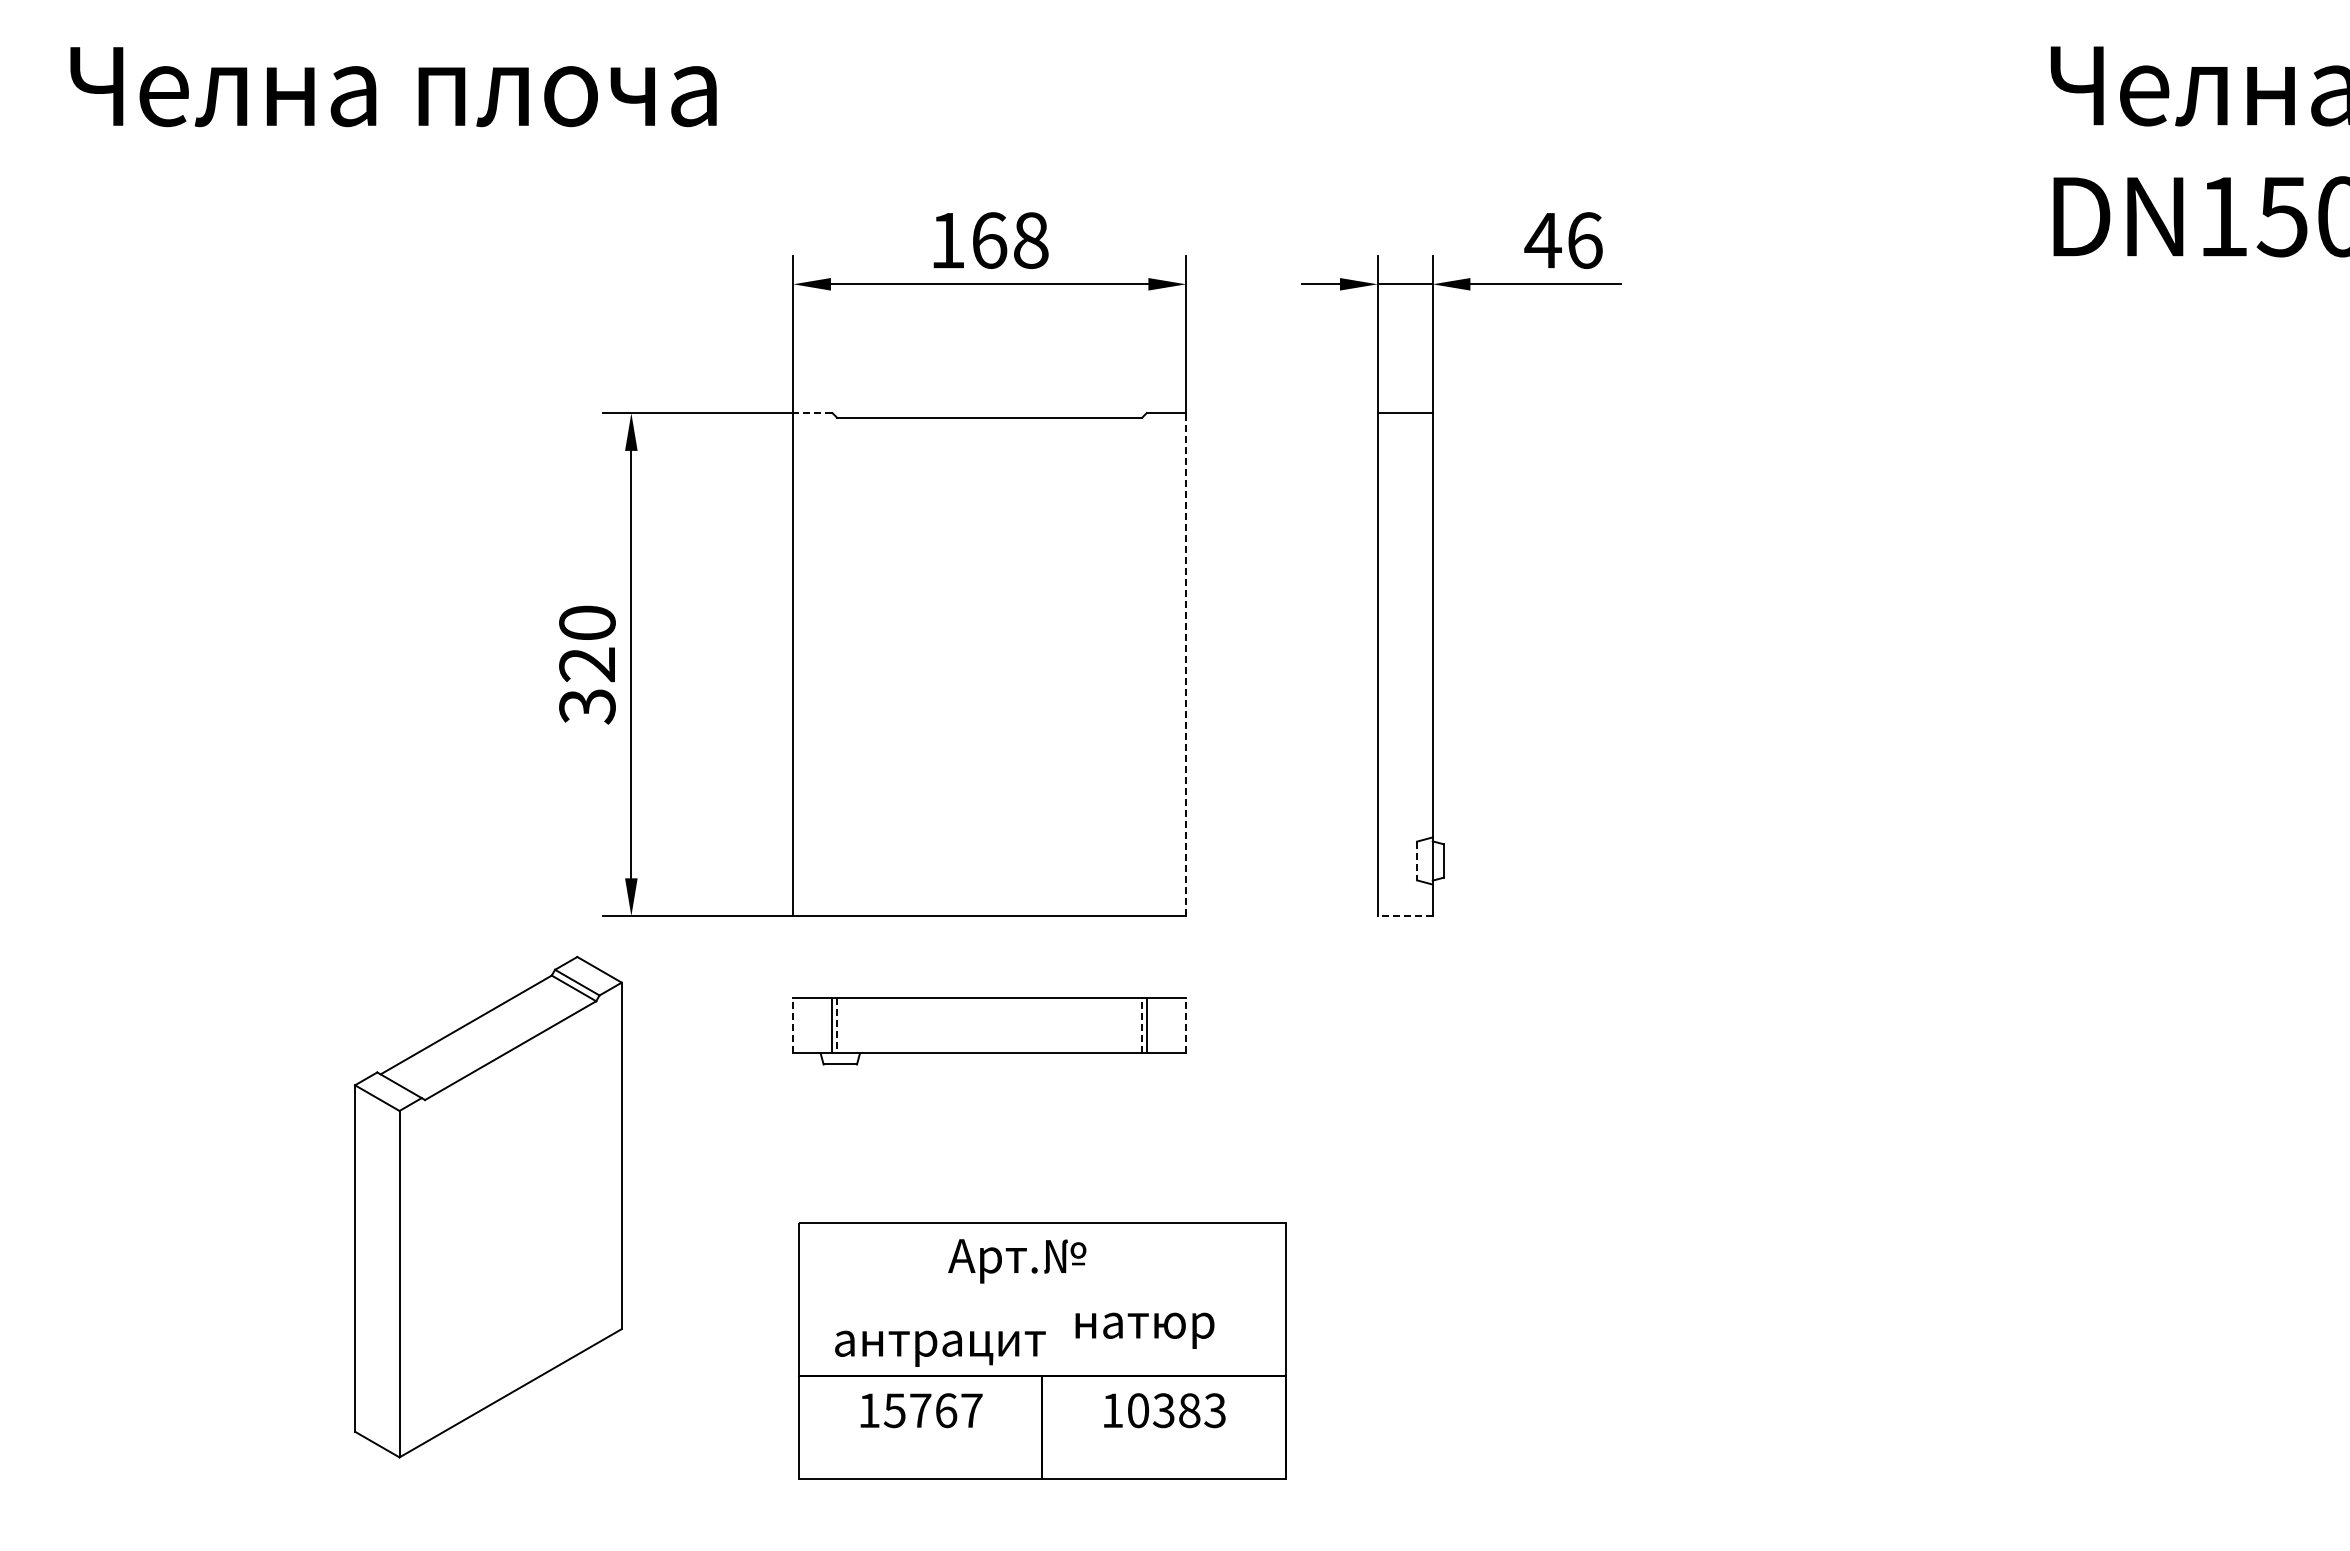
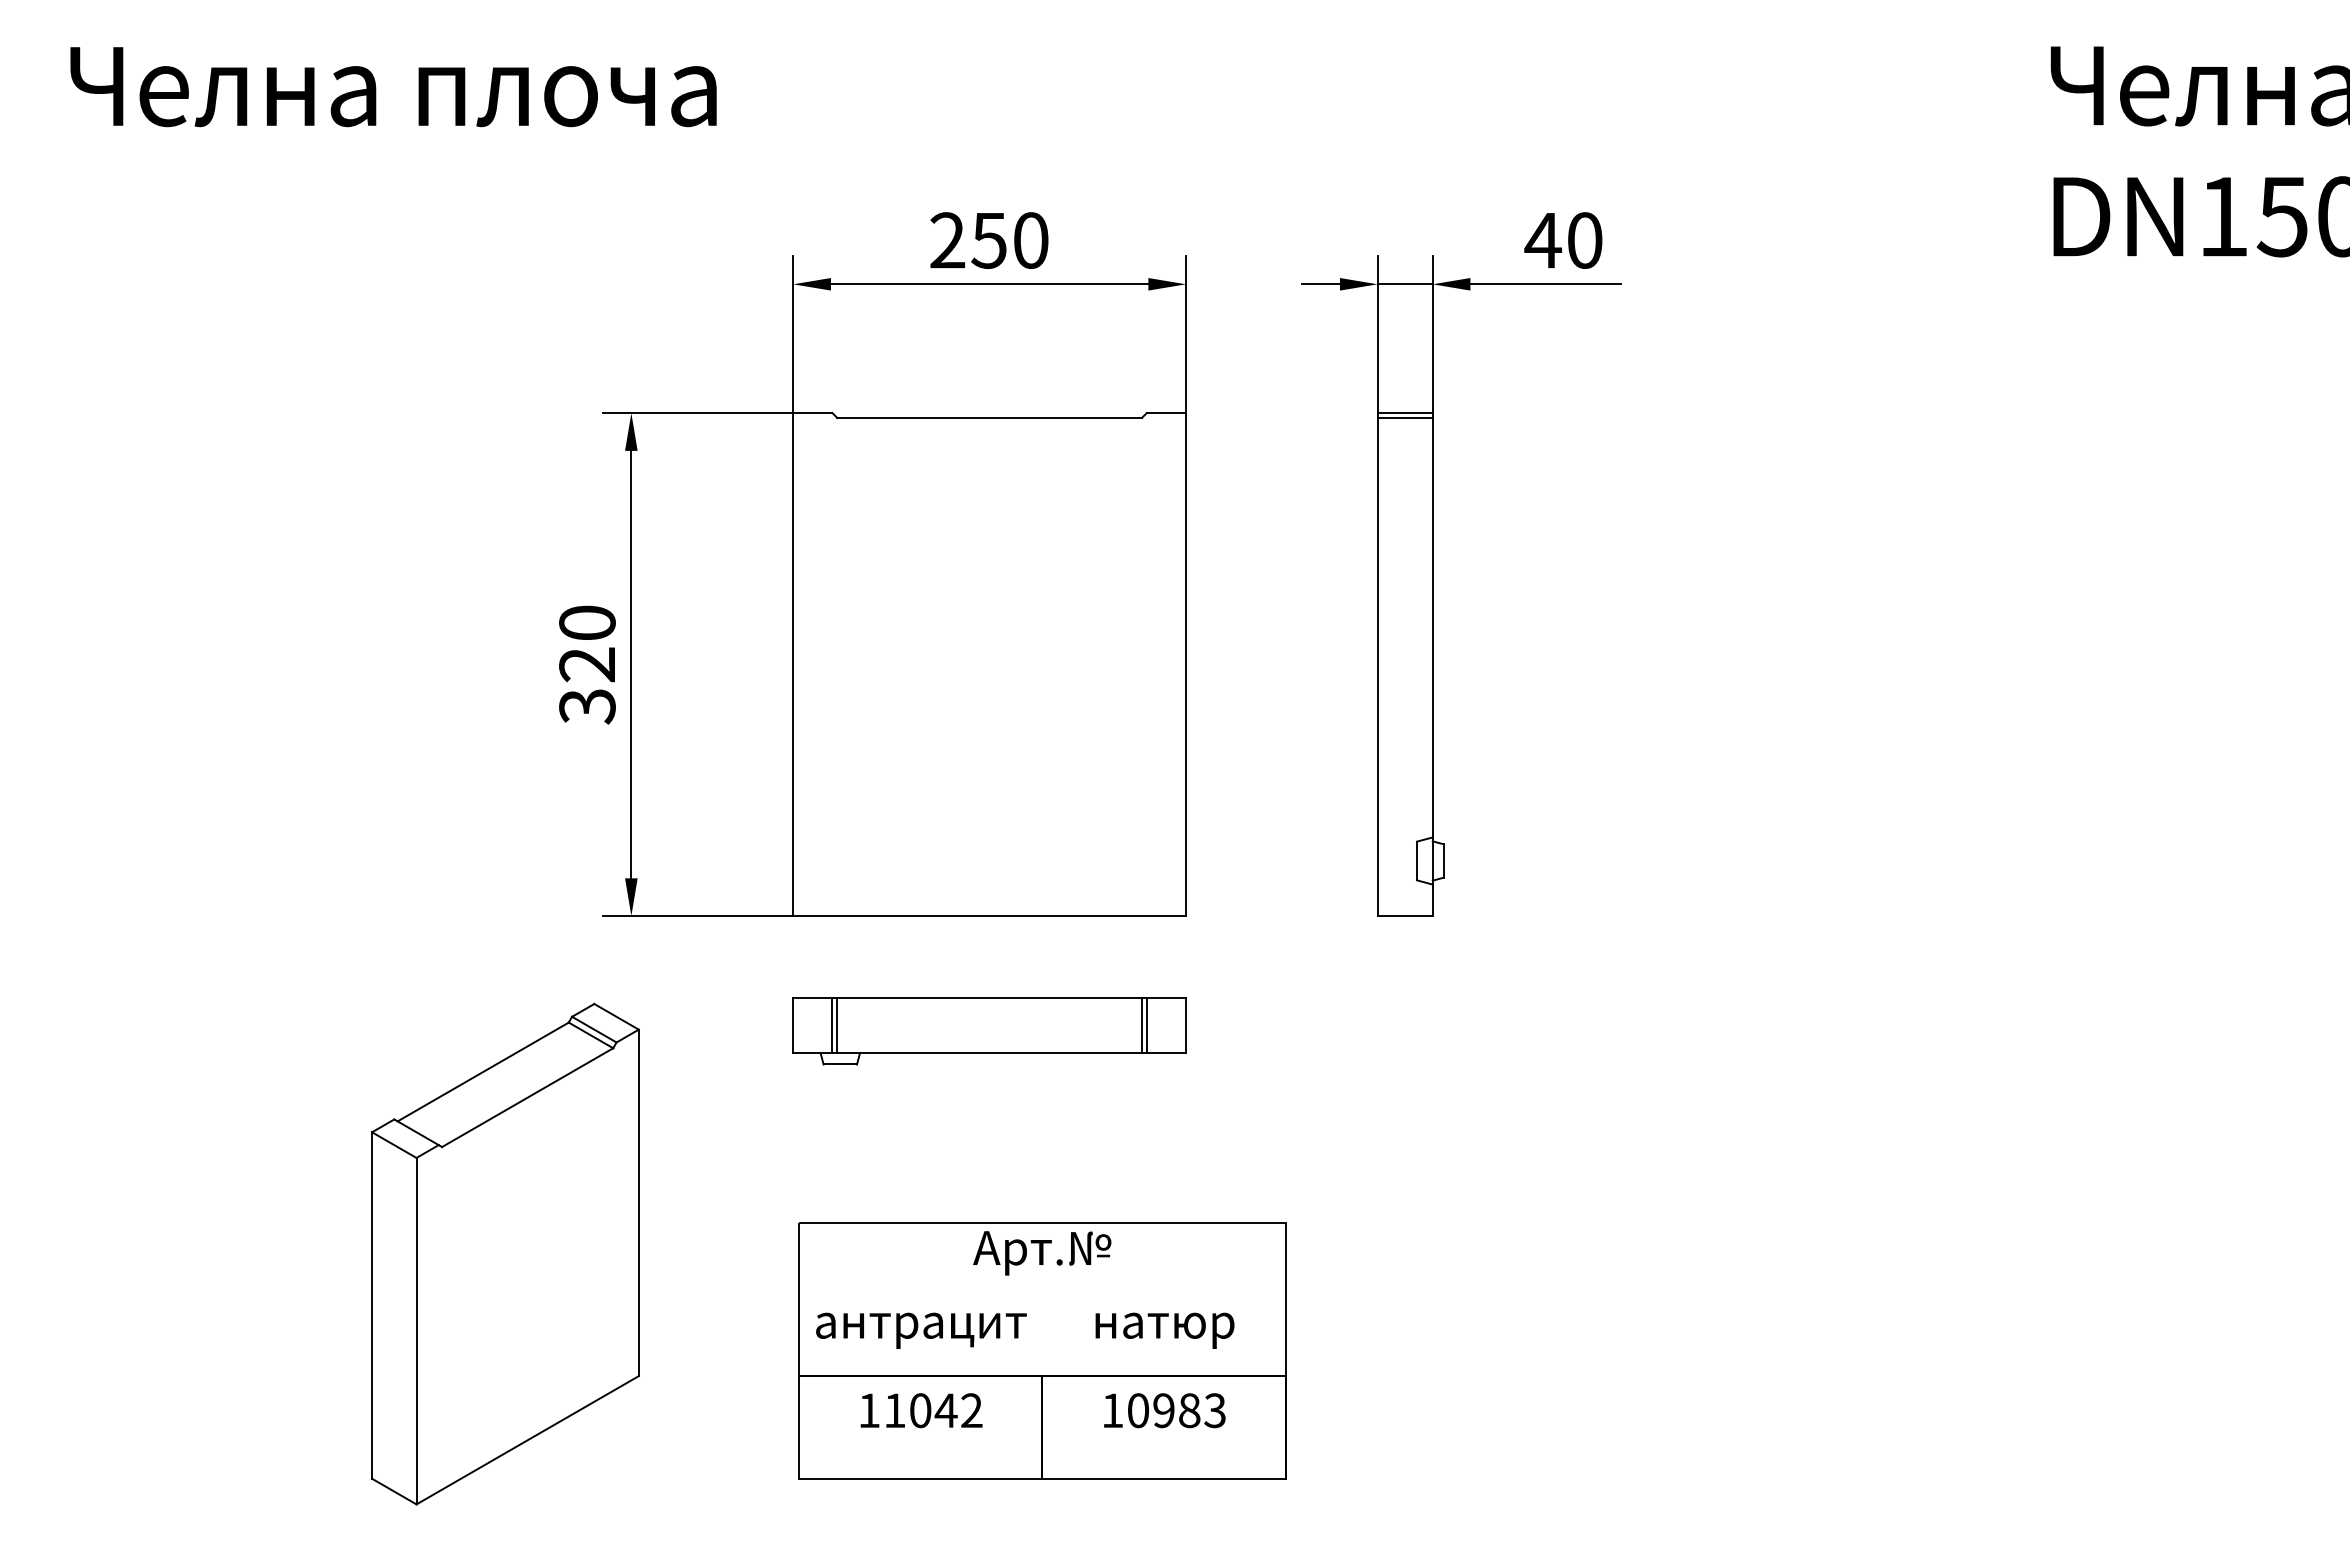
text at (989, 240): 168 -> 250
text at (1585, 240): 46 -> 40
line at (812, 413): dashed -> solid
line at (1404, 417): none -> present
line at (1186, 664): dashed -> solid
line at (1417, 861): dashed -> solid
line at (1405, 916): dashed -> solid
line at (793, 1025): dashed -> solid
line at (837, 1025): dashed -> solid
line at (1142, 1025): dashed -> solid
line at (1186, 1025): dashed -> solid
part at (488, 1206) position: (488, 1206) -> (505, 1253)
text at (1017, 1261) position: (1017, 1261) -> (1042, 1253)
text at (1144, 1330) position: (1144, 1330) -> (1164, 1330)
text at (940, 1348) position: (940, 1348) -> (921, 1330)
text at (932, 1410): 15767 -> 11042
text at (1163, 1410): 10383 -> 10983
